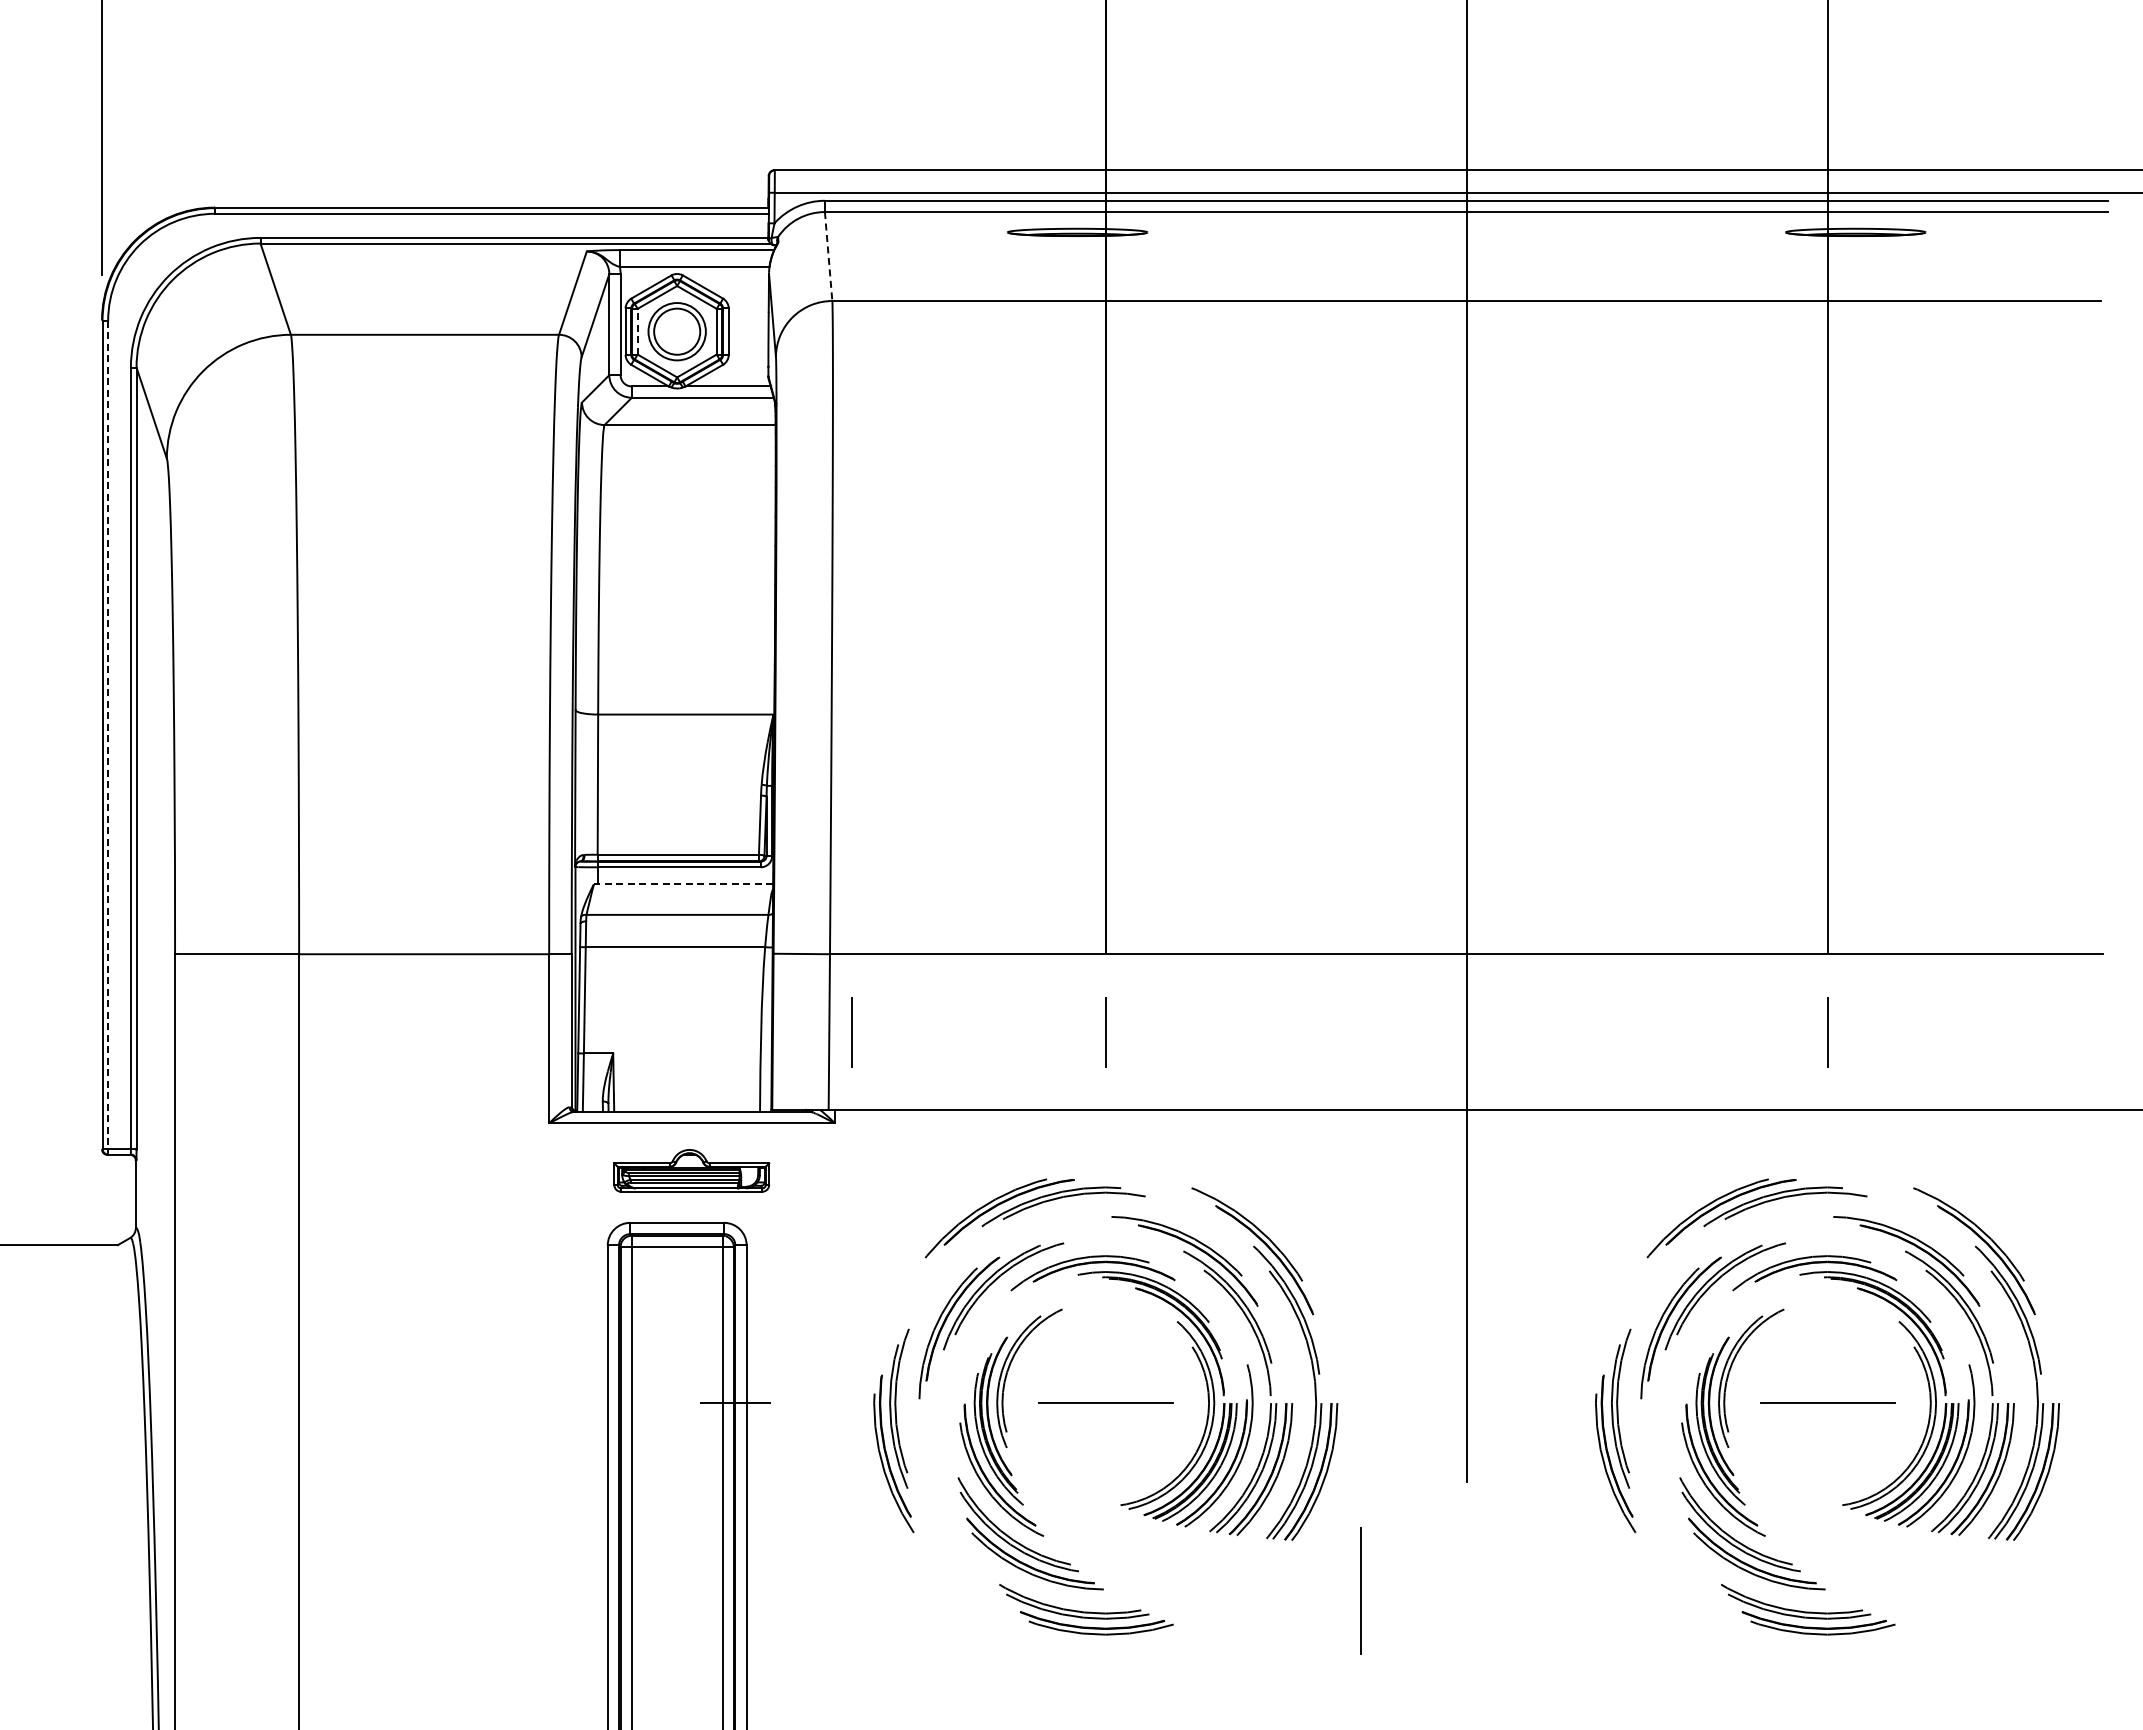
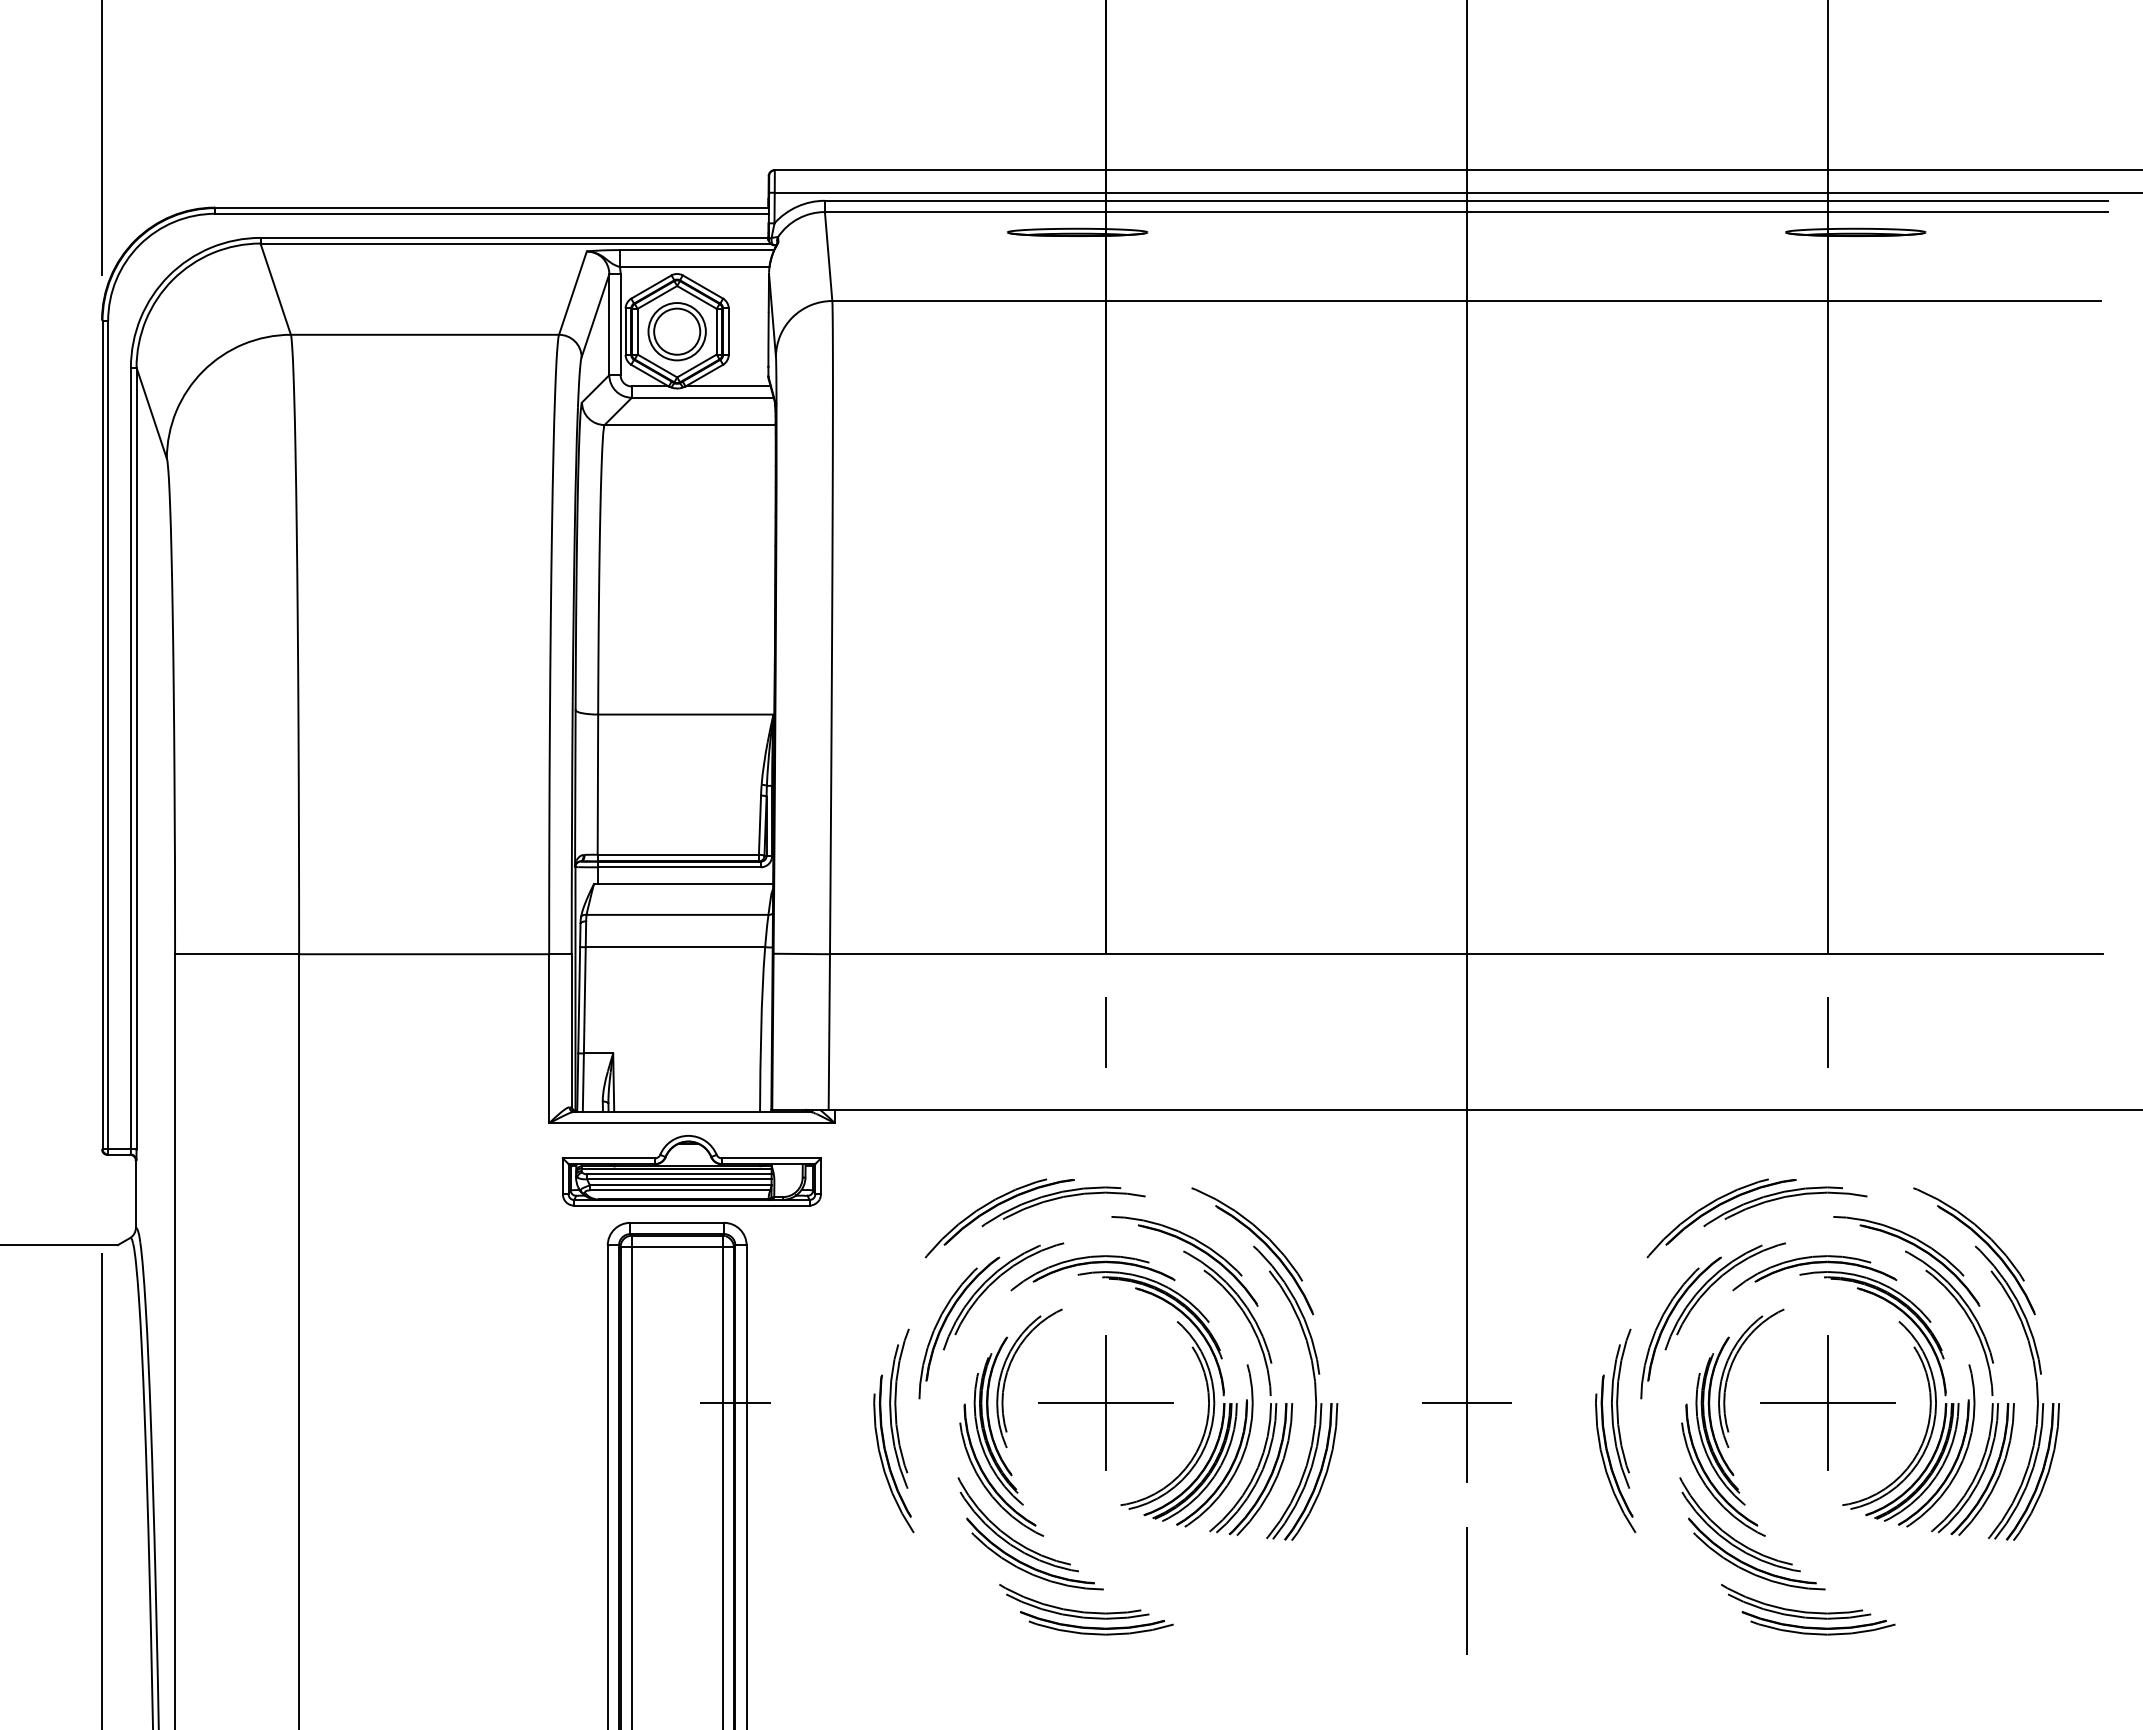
line at (828, 256): dashed -> solid
line at (637, 331): dashed -> solid
line at (108, 737): dashed -> solid
line at (683, 884): dashed -> solid
line at (851, 1032): present -> none
part at (691, 1170) size: 158x44 px -> 261x72 px
line at (1105, 1403): none -> present
line at (1466, 1403): none -> present
line at (1827, 1403): none -> present
line at (102, 1490): none -> present
line at (1360, 1590) position: (1360, 1590) -> (1466, 1590)
